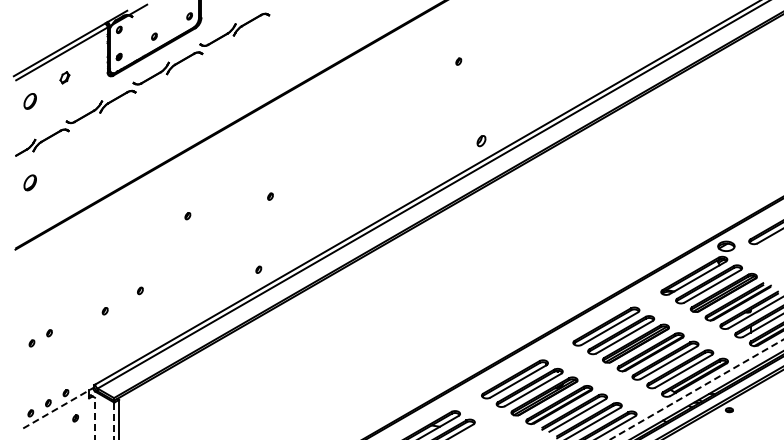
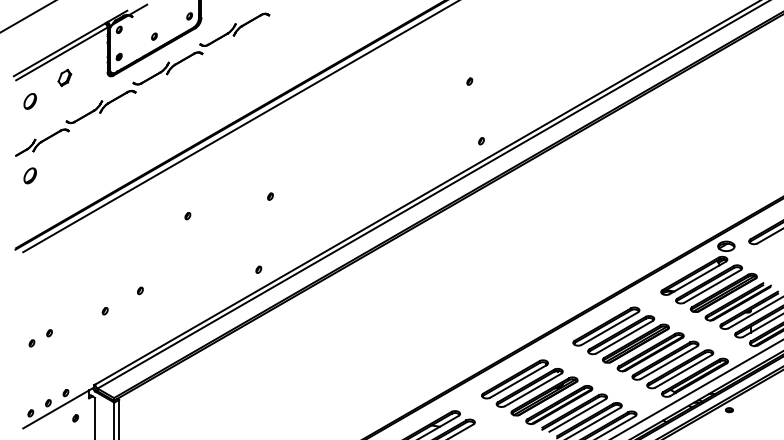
line at (27, 16): none -> present
part at (458, 61) position: (458, 61) -> (469, 81)
part at (64, 77) size: 12x14 px -> 16x19 px
line at (239, 127): none -> present
part at (481, 141) size: 11x13 px -> 7x9 px
part at (29, 182) position: (29, 182) -> (29, 175)
line at (696, 389): dashed -> solid
line at (58, 407): dashed -> solid
line at (95, 418): dashed -> solid
line at (114, 421): dashed -> solid
